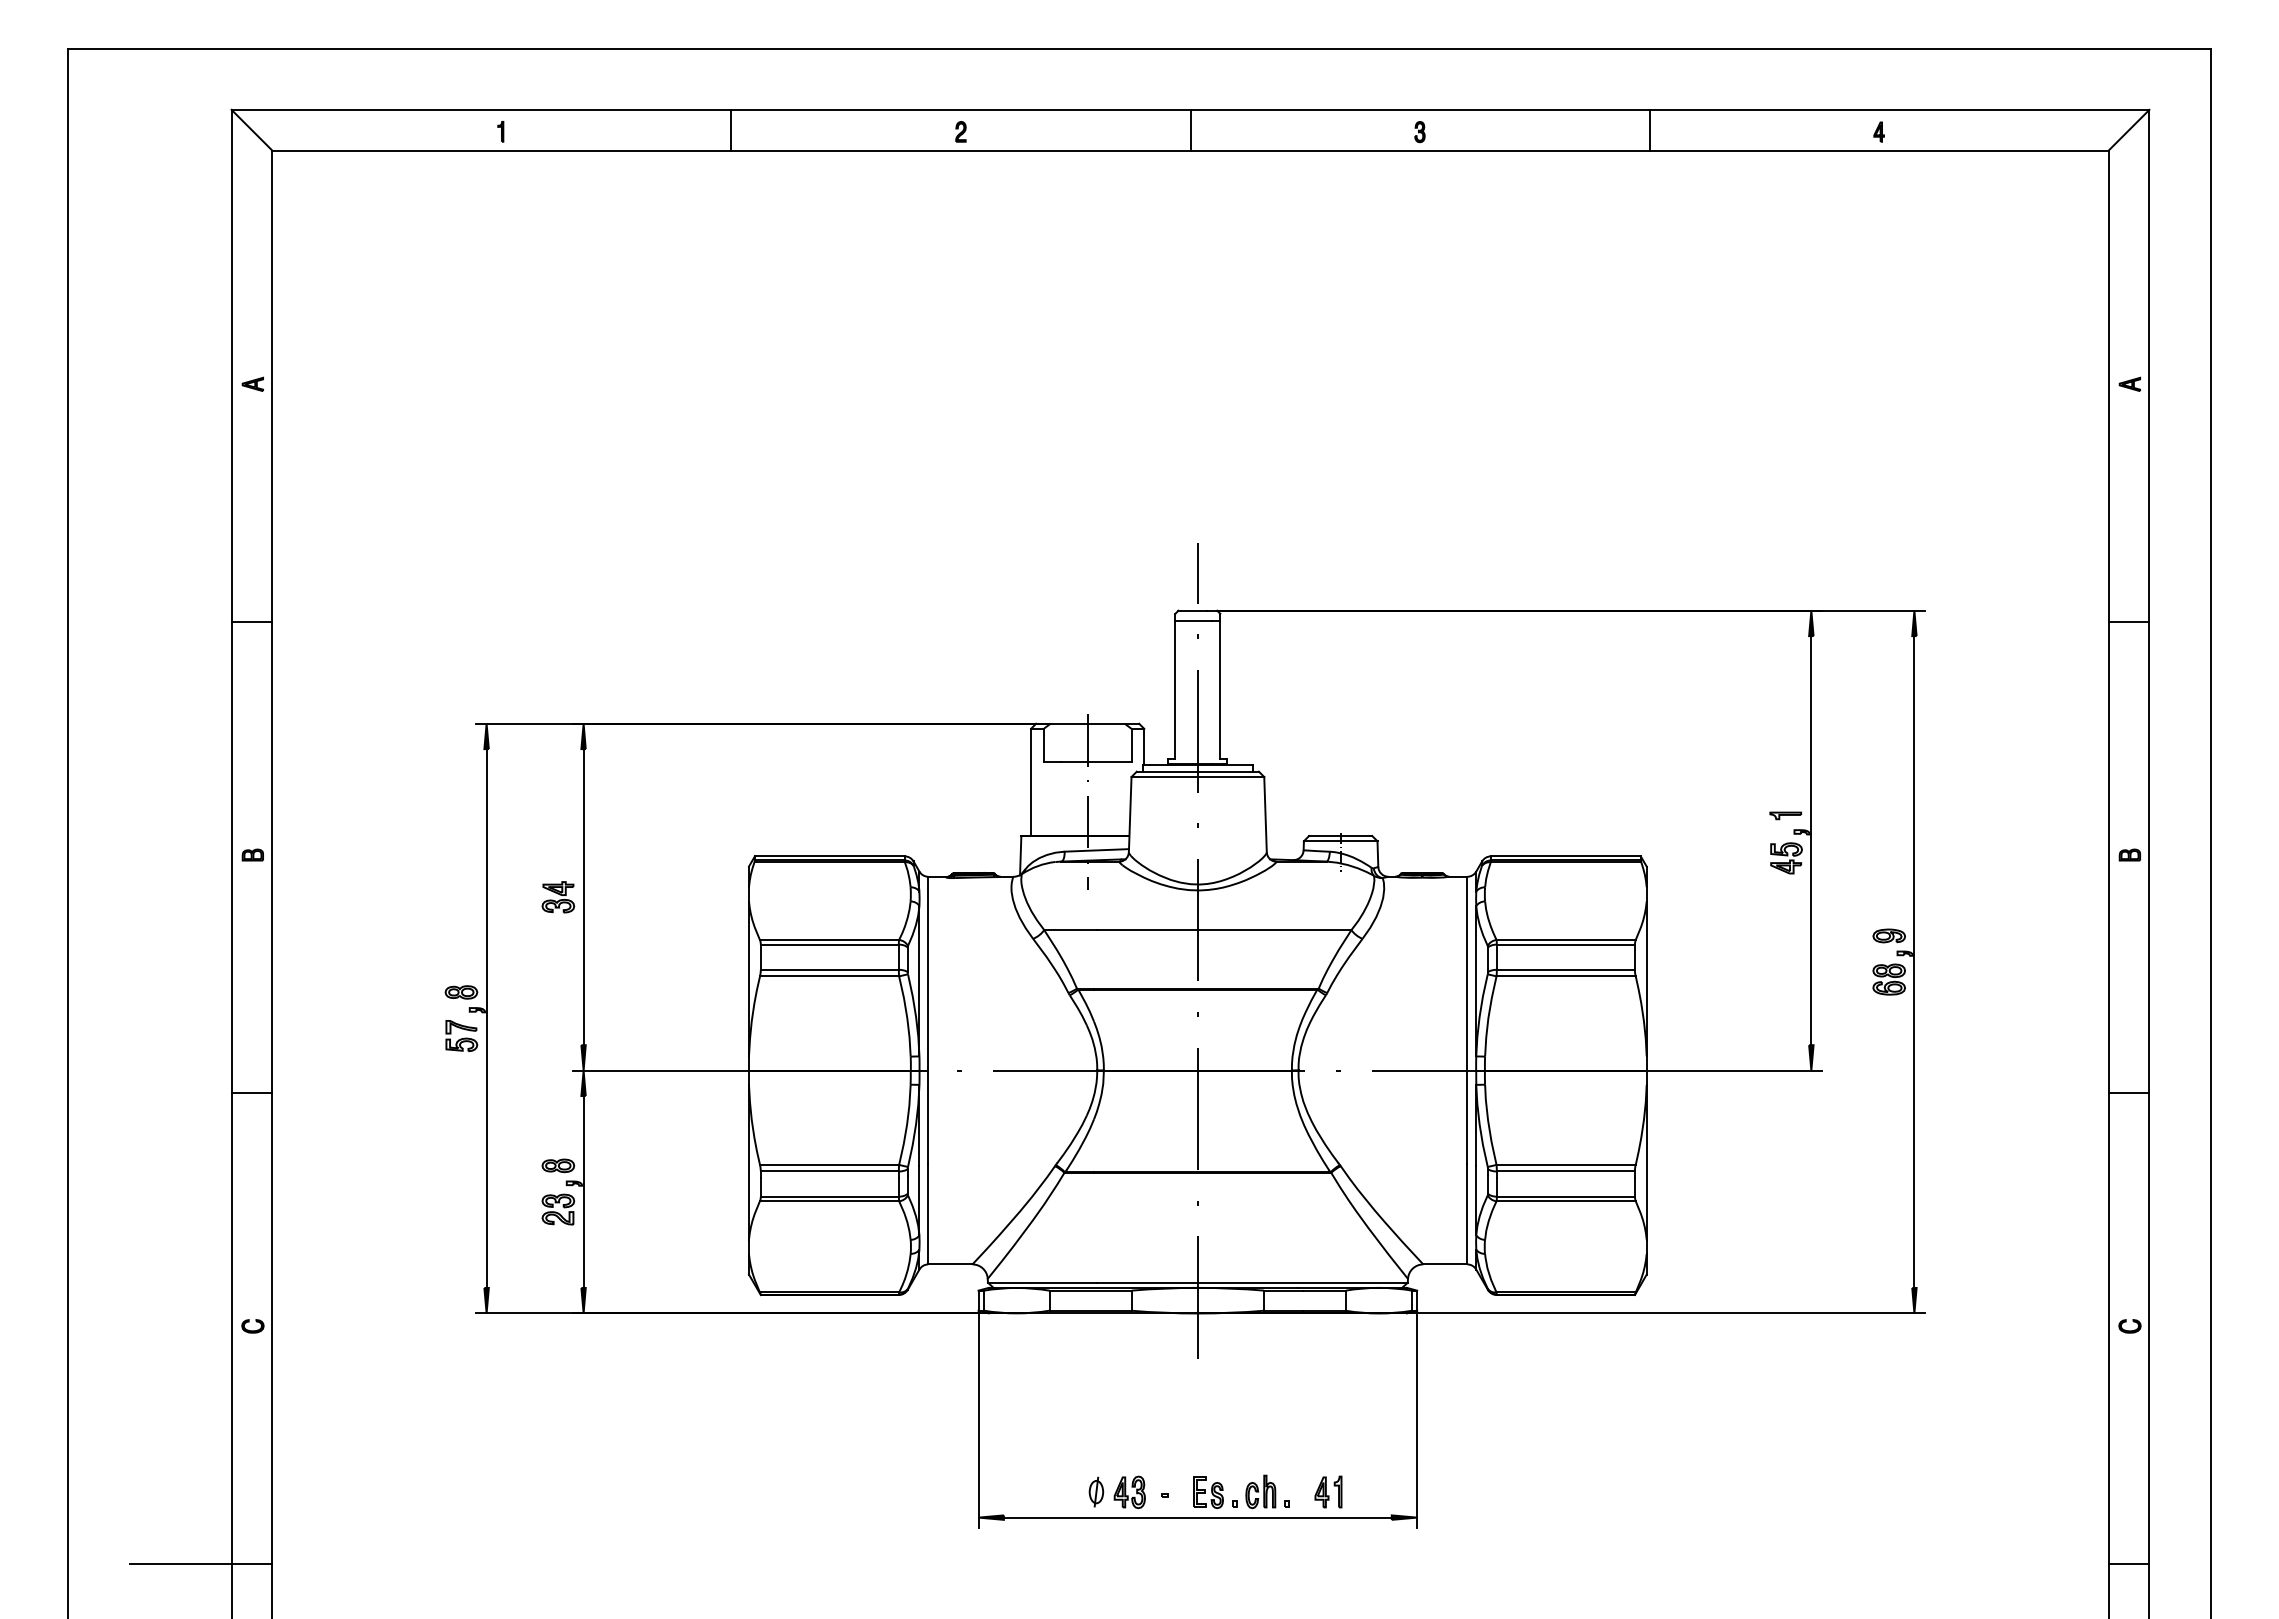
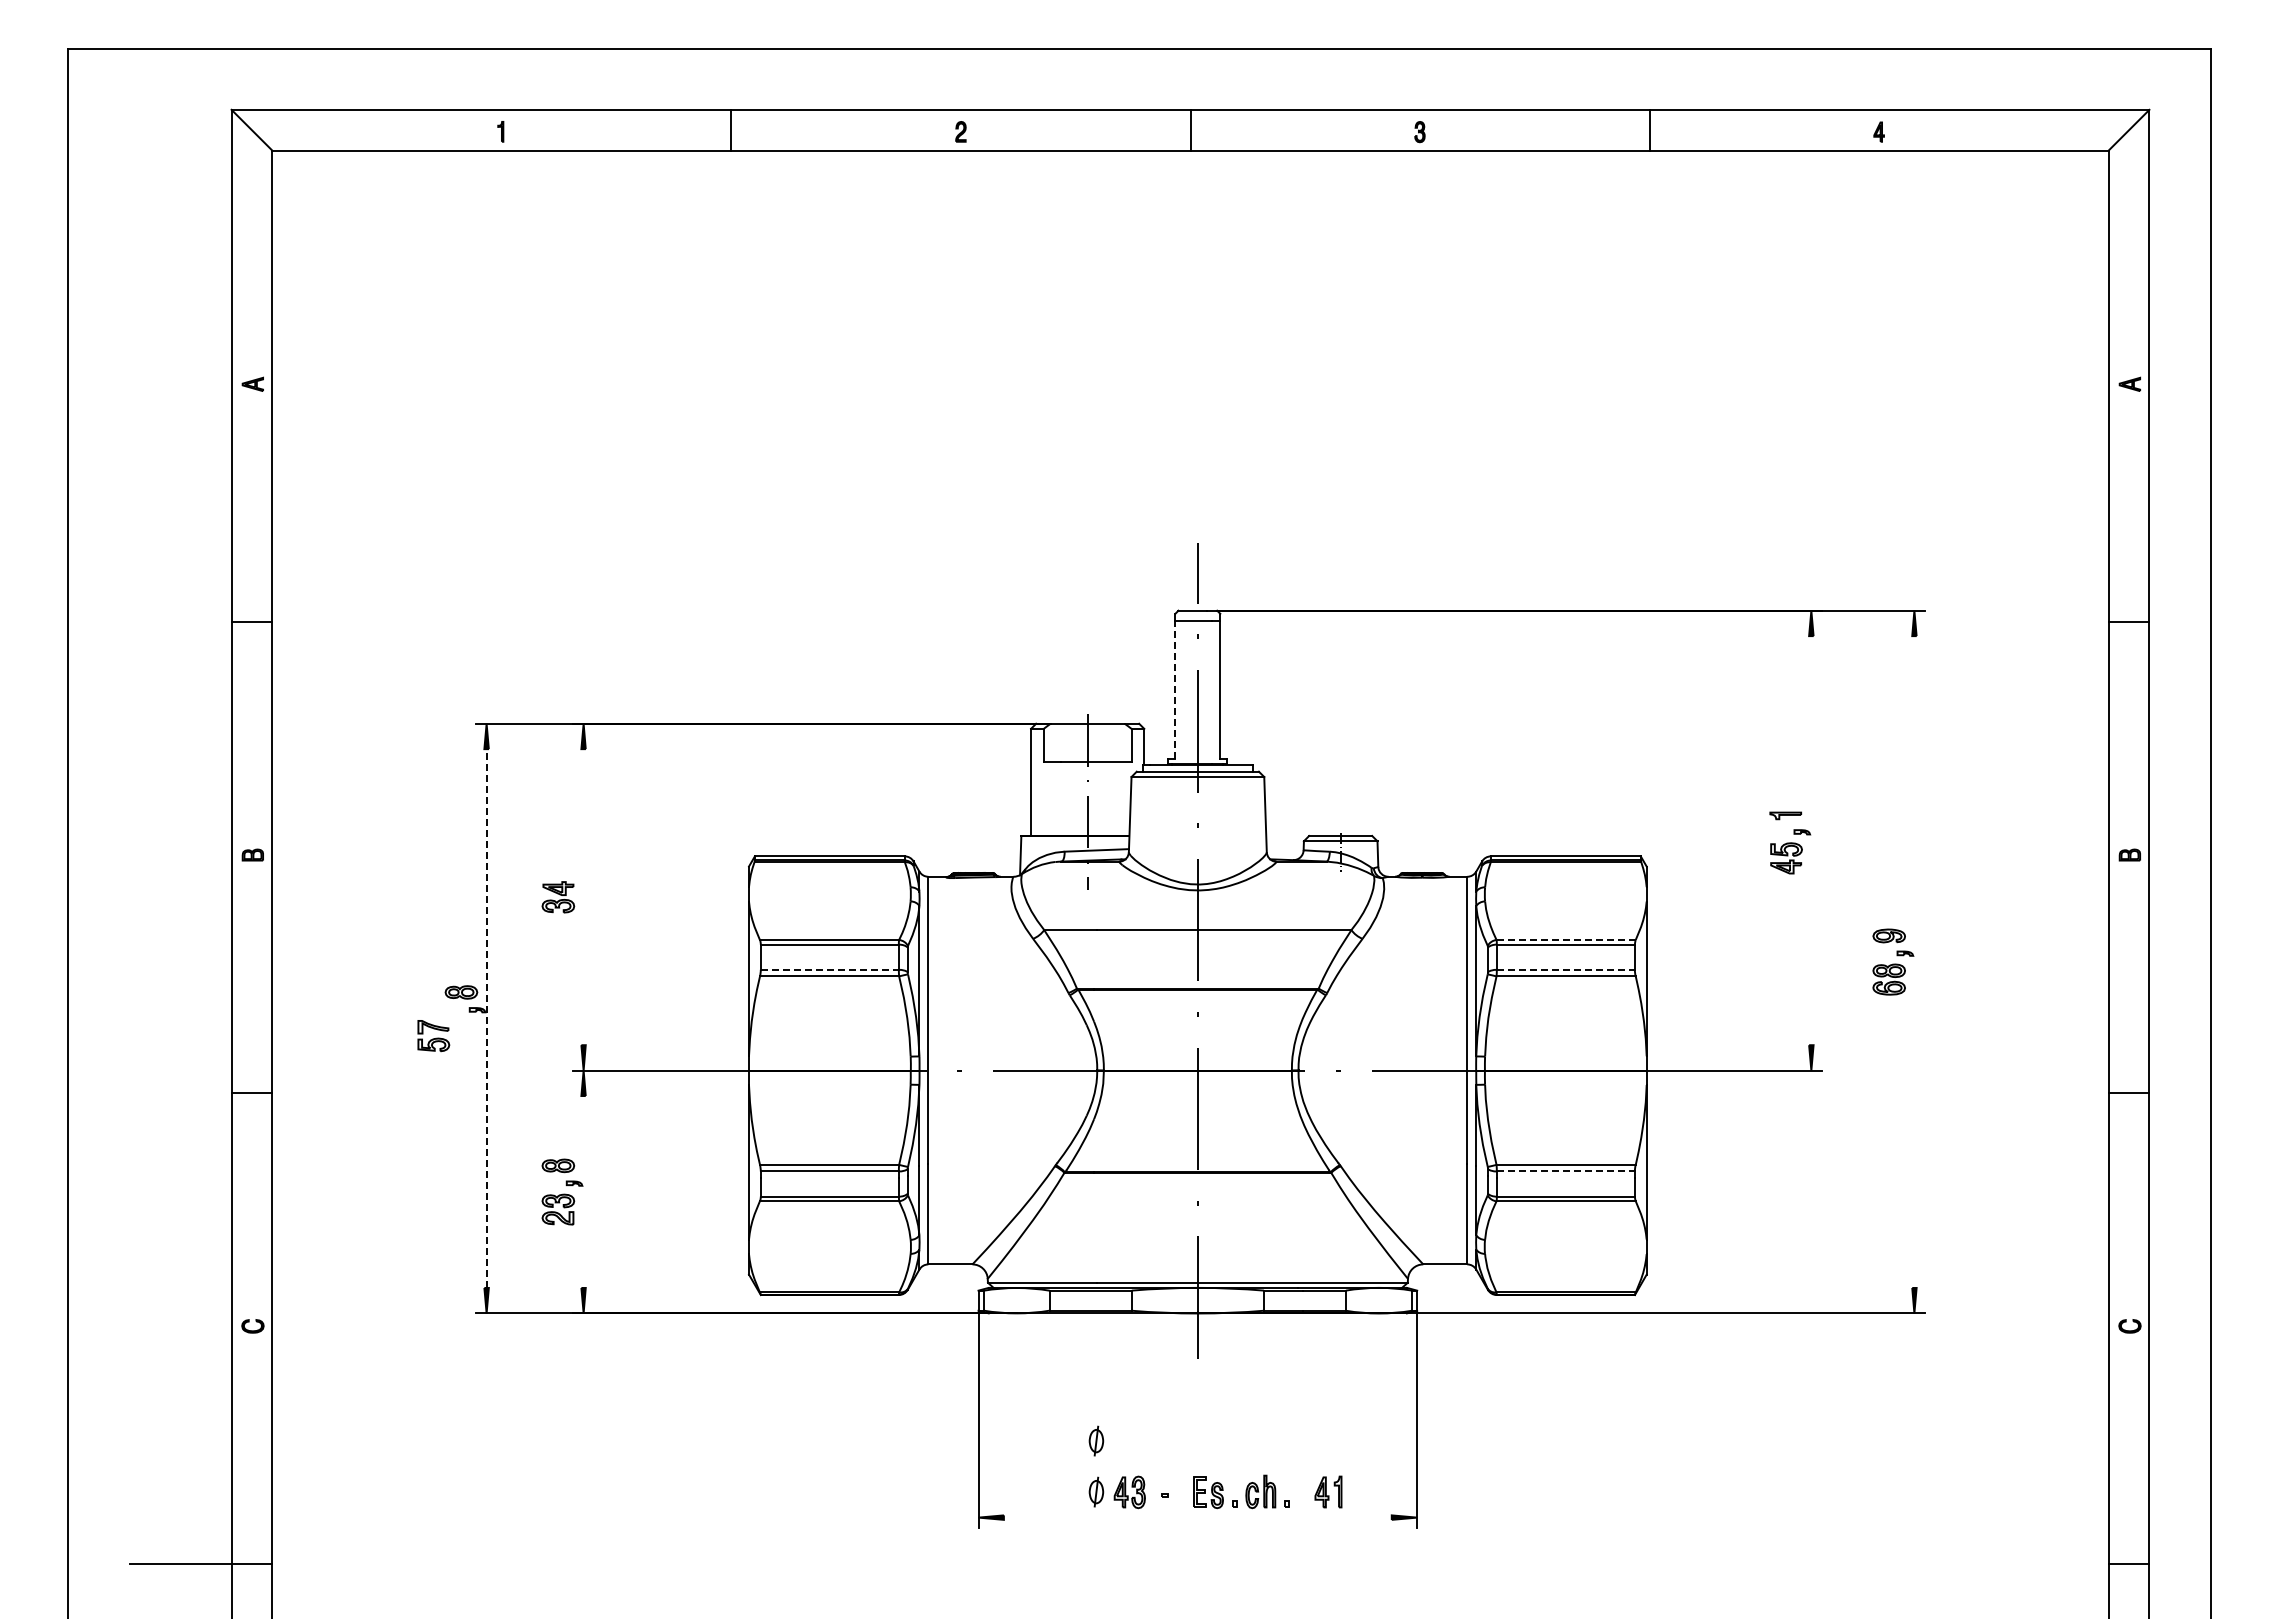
line at (1175, 689): solid -> dashed
line at (1811, 840): present -> none
line at (583, 897): present -> none
line at (1566, 939): solid -> dashed
line at (1914, 961): present -> none
line at (830, 969): solid -> dashed
line at (1566, 969): solid -> dashed
line at (486, 1018): solid -> dashed
part at (461, 1036) position: (461, 1036) -> (433, 1036)
line at (1566, 1171): solid -> dashed
line at (583, 1191): present -> none
part at (1096, 1440): none -> present
line at (1197, 1517): present -> none
